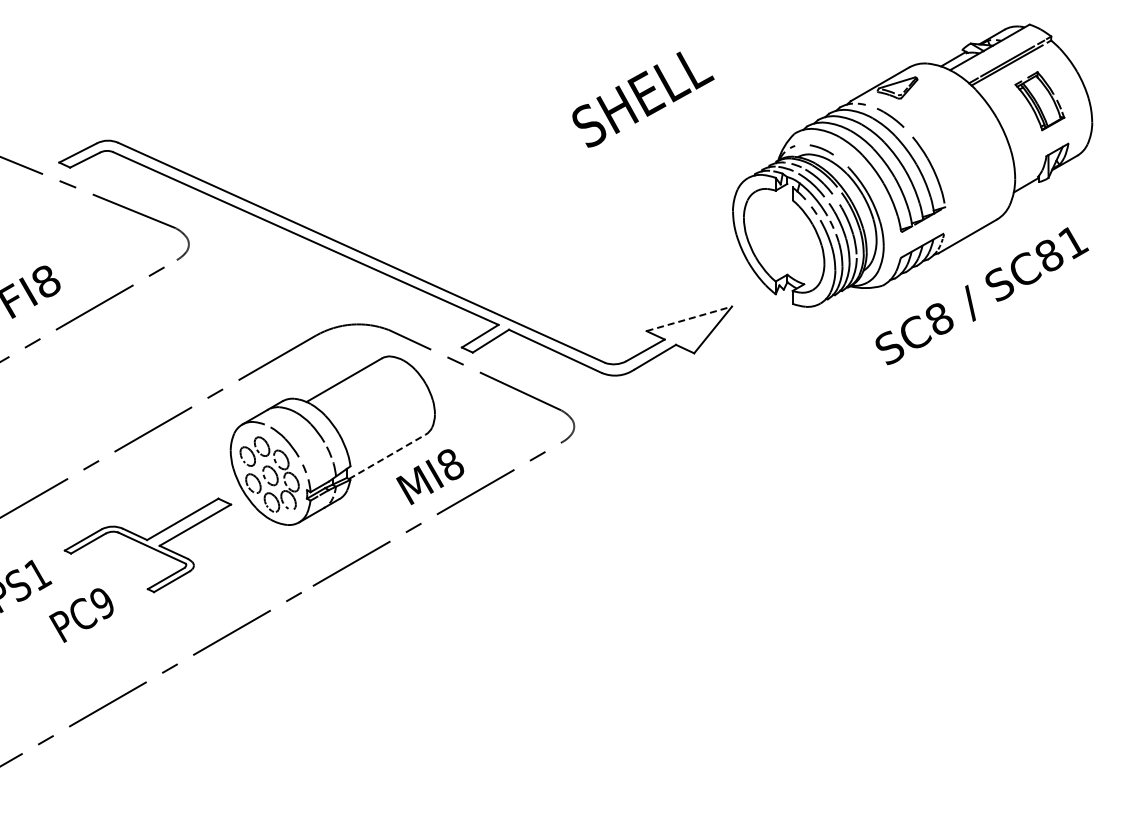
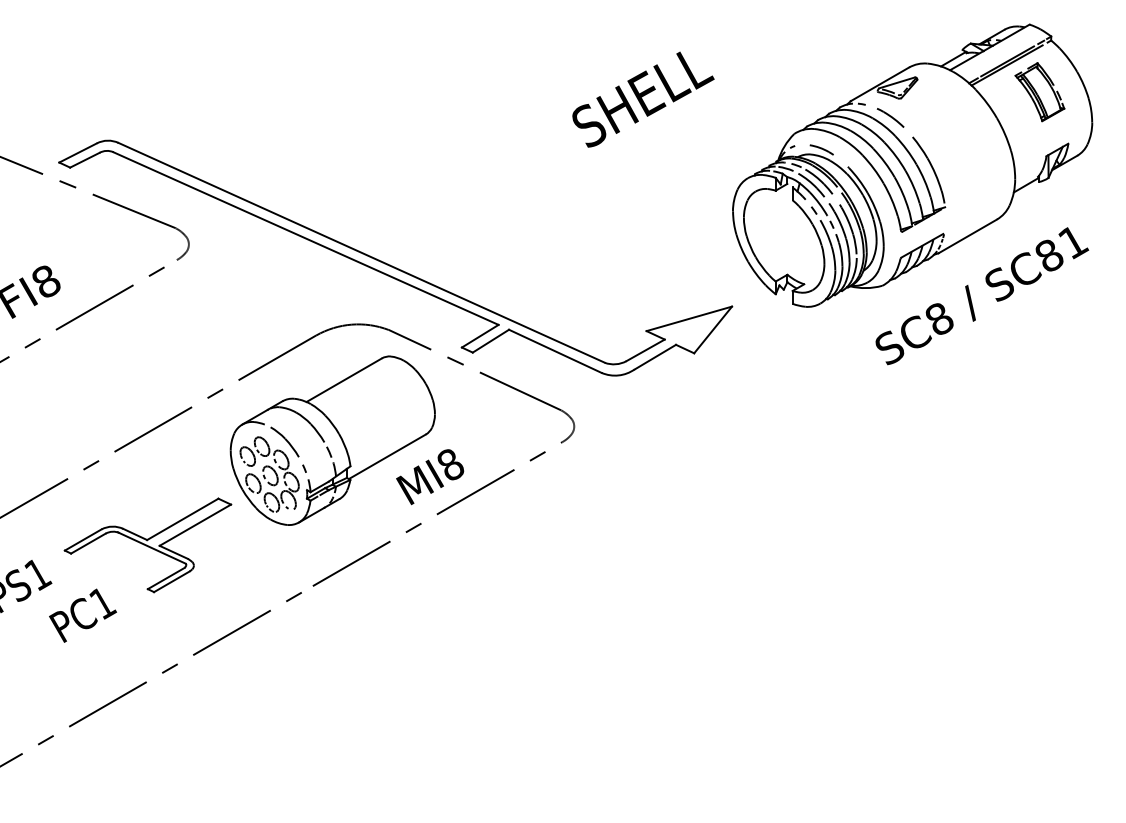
part at (1039, 101) position: (1039, 101) -> (1039, 92)
line at (689, 318): dashed -> solid
line at (387, 456): dashed -> solid
text at (103, 603): PC9 -> PC1
